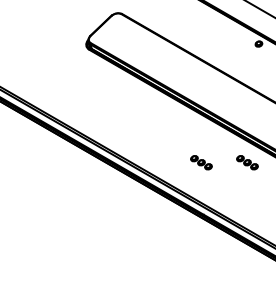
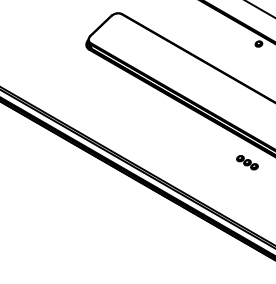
part at (201, 162): present -> none
